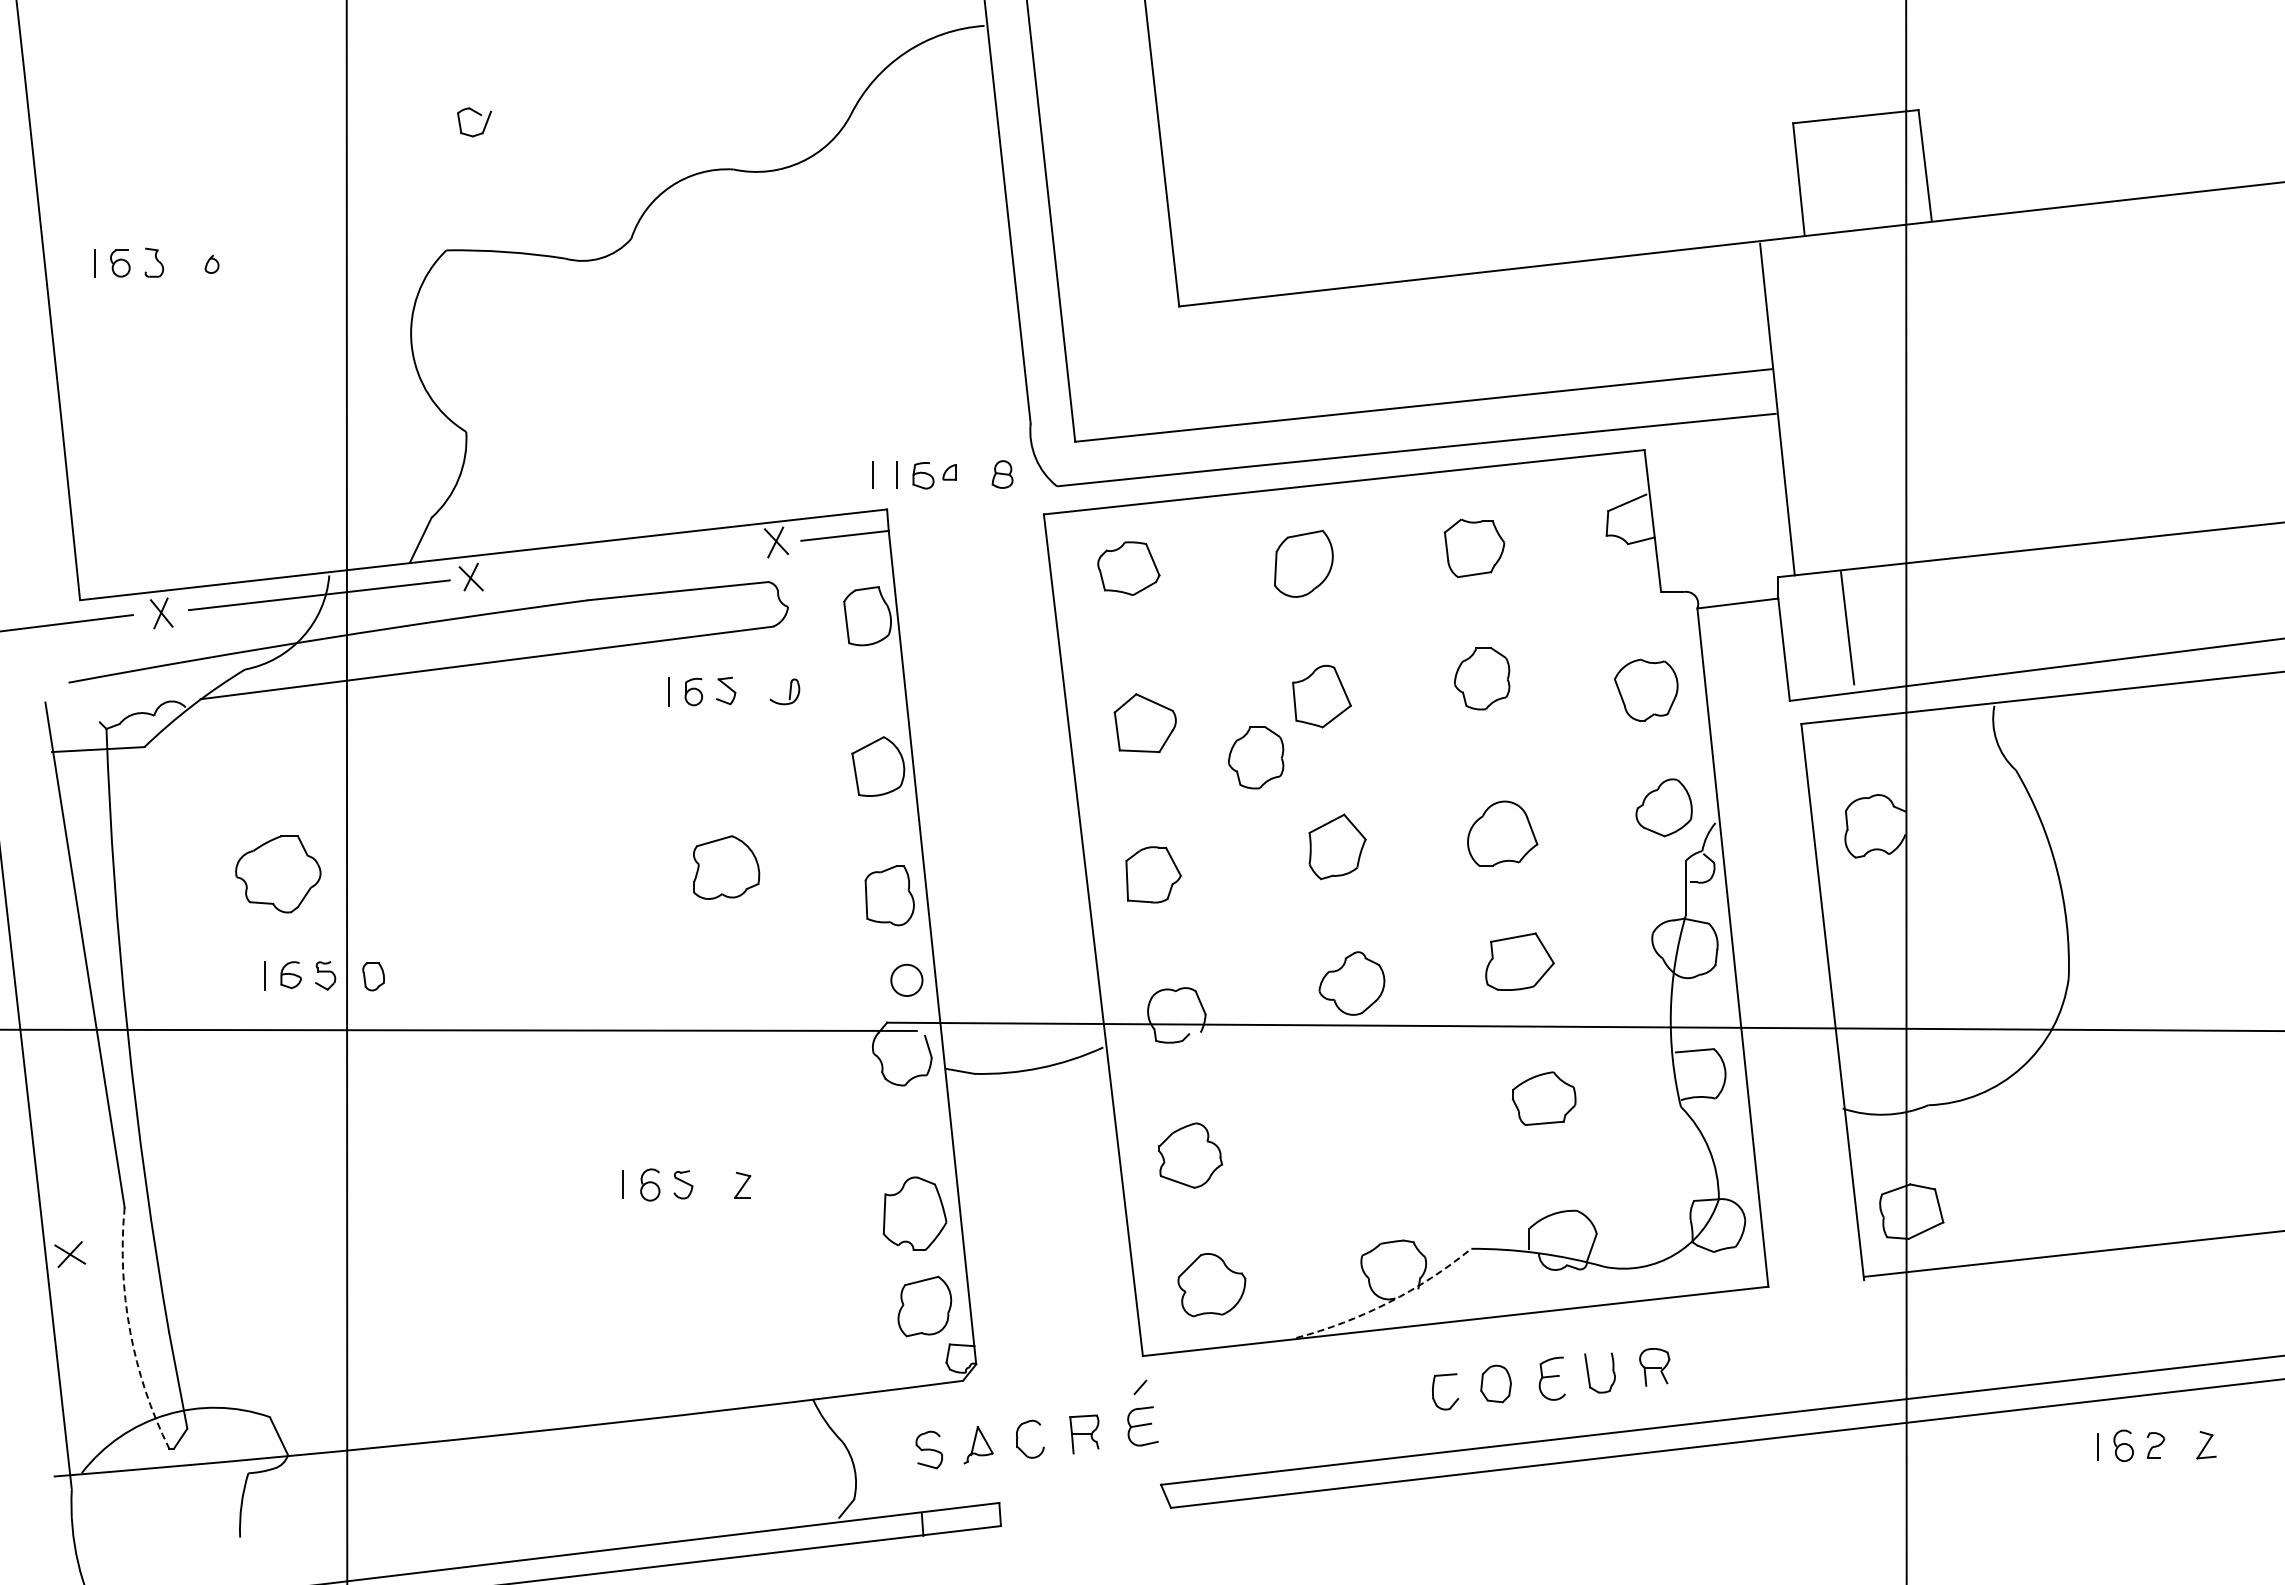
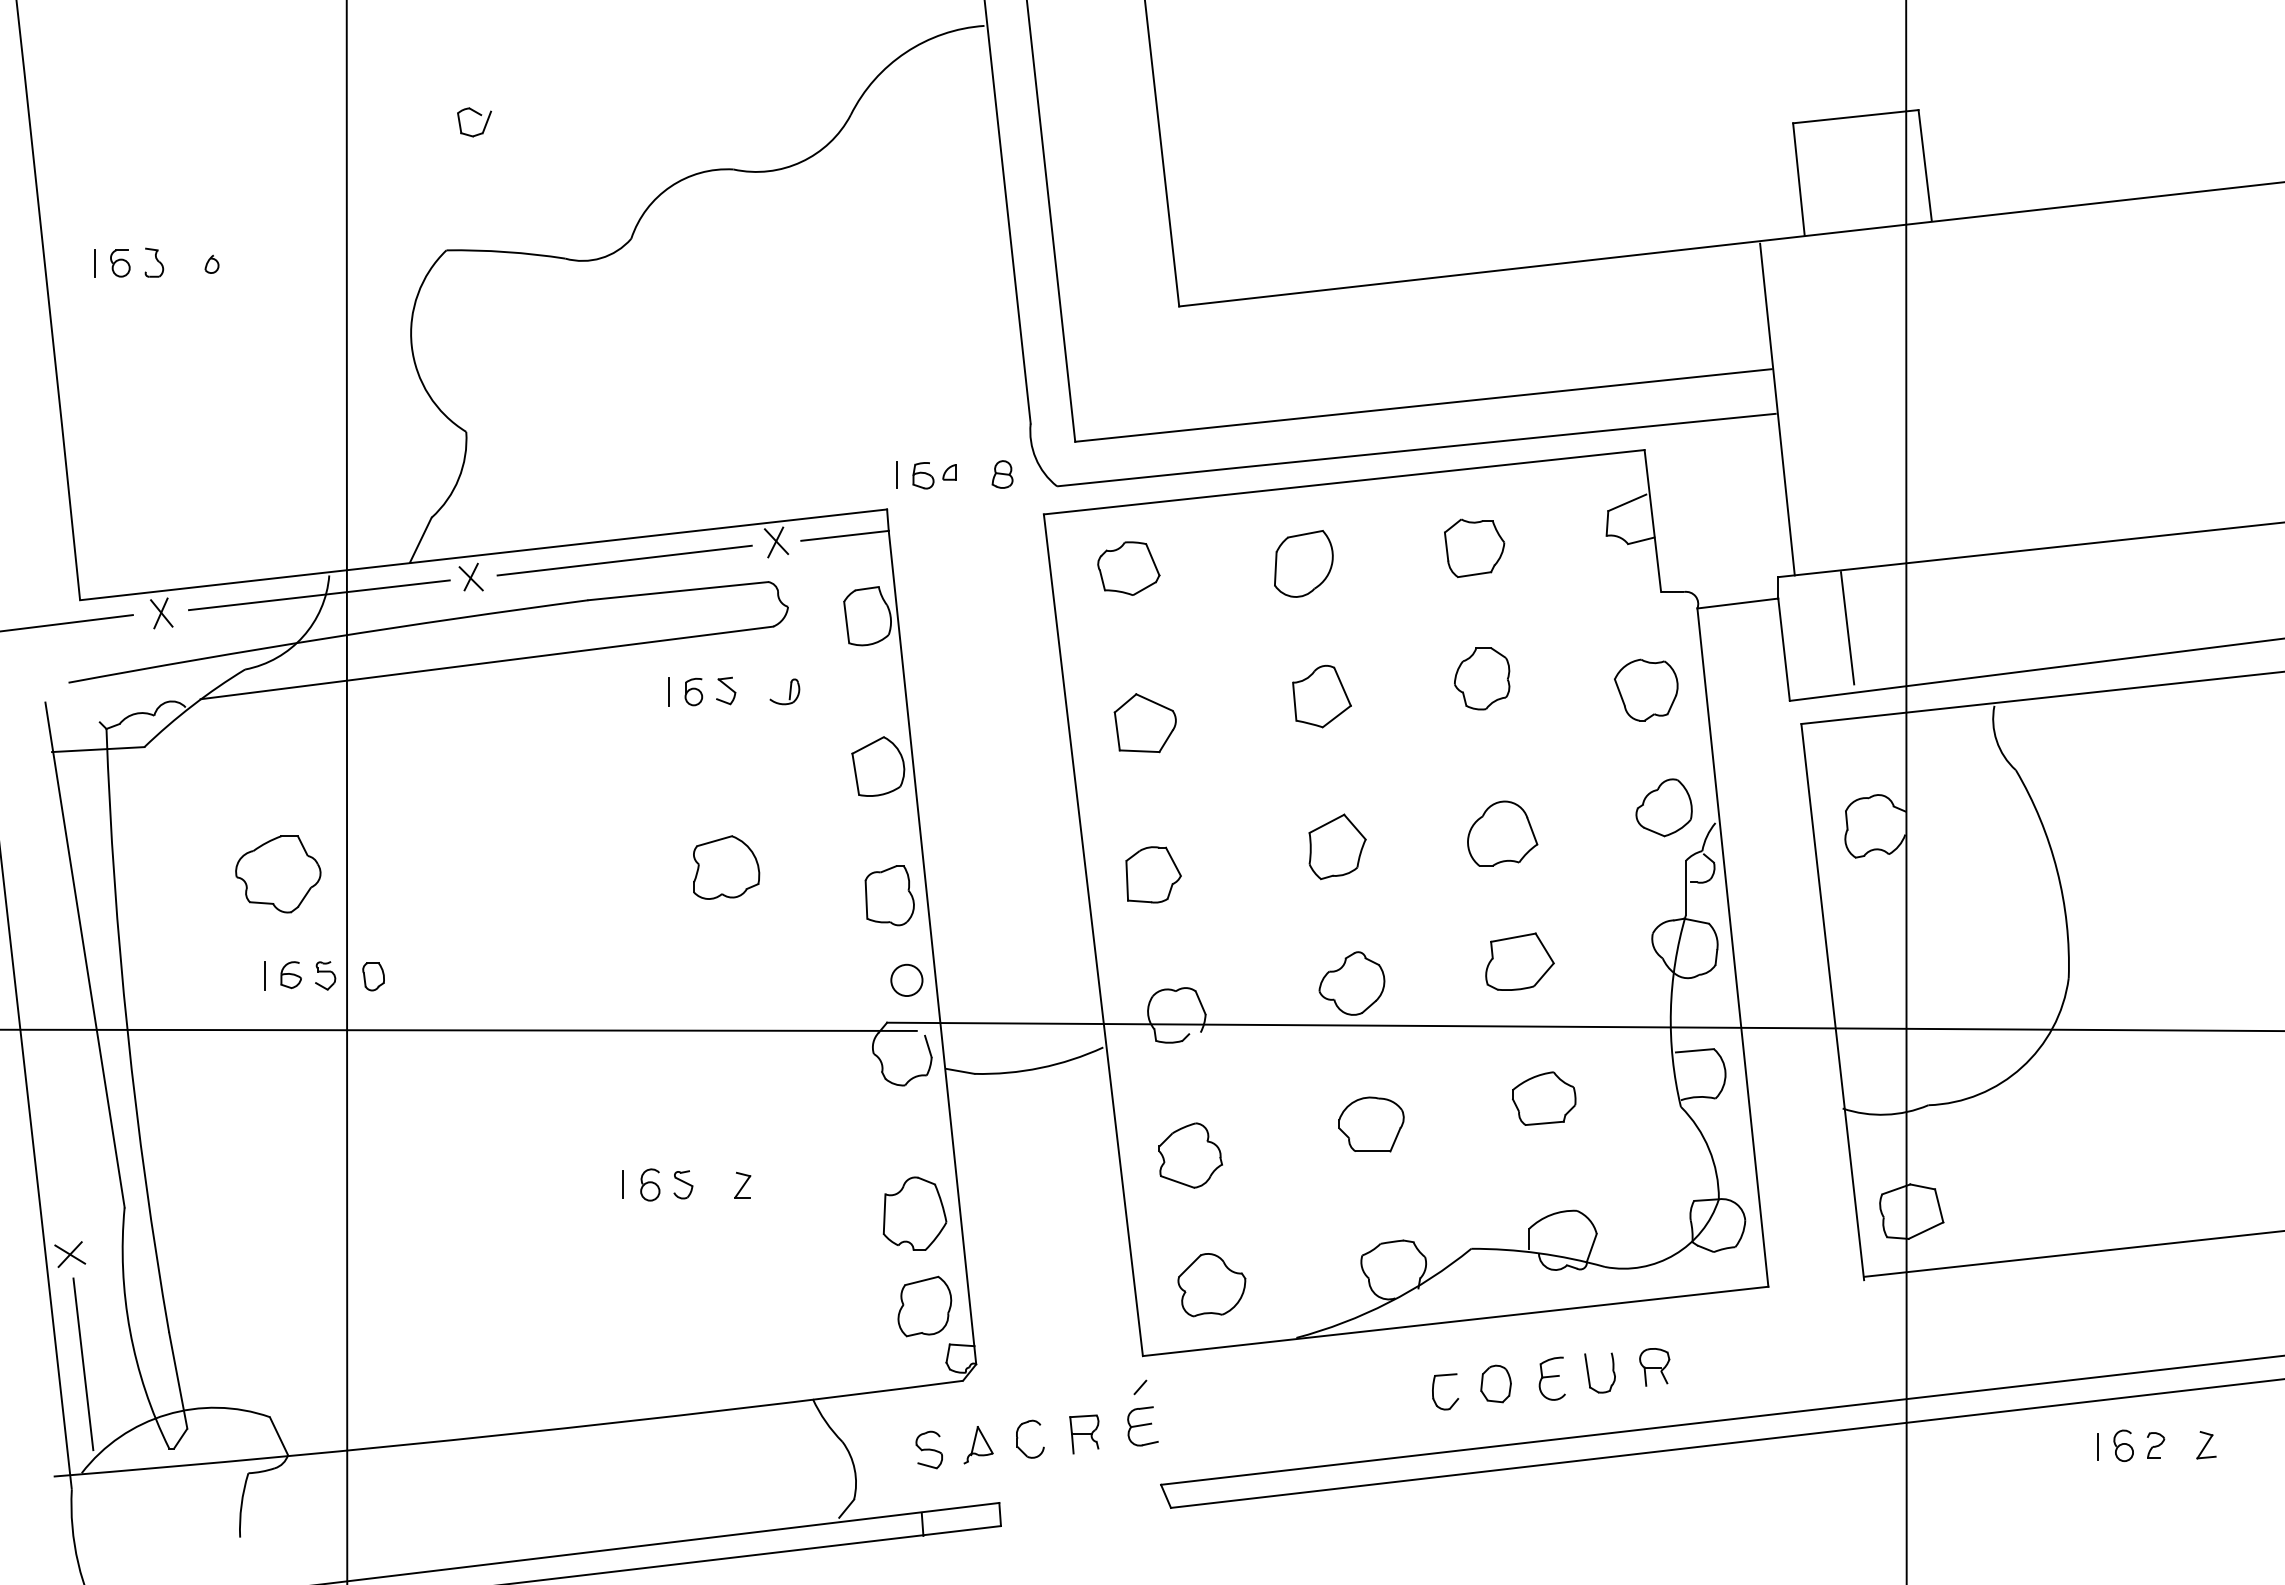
line at (872, 474): present -> none
line at (624, 560): none -> present
part at (1256, 757): present -> none
part at (1371, 1124): none -> present
arc at (1388, 1302): dashed -> solid
arc at (130, 1331): dashed -> solid
line at (83, 1364): none -> present
